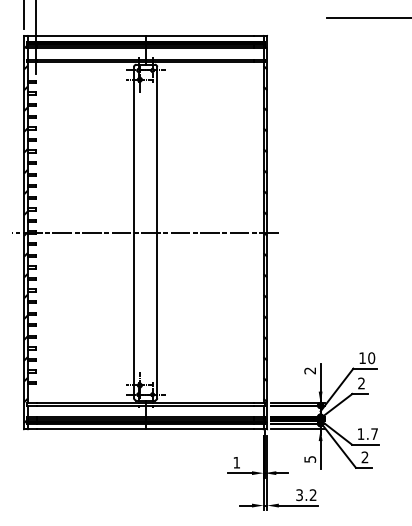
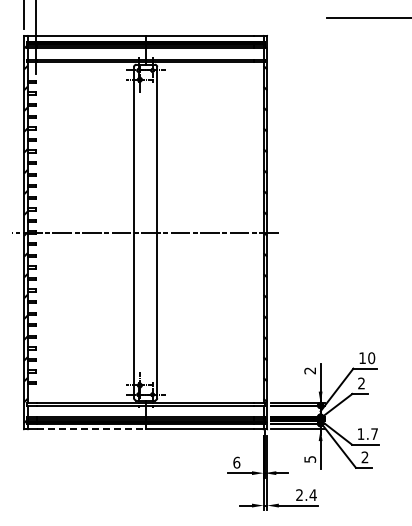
line at (91, 429): solid -> dashed
text at (236, 462): 1 -> 6
text at (306, 495): 3.2 -> 2.4
